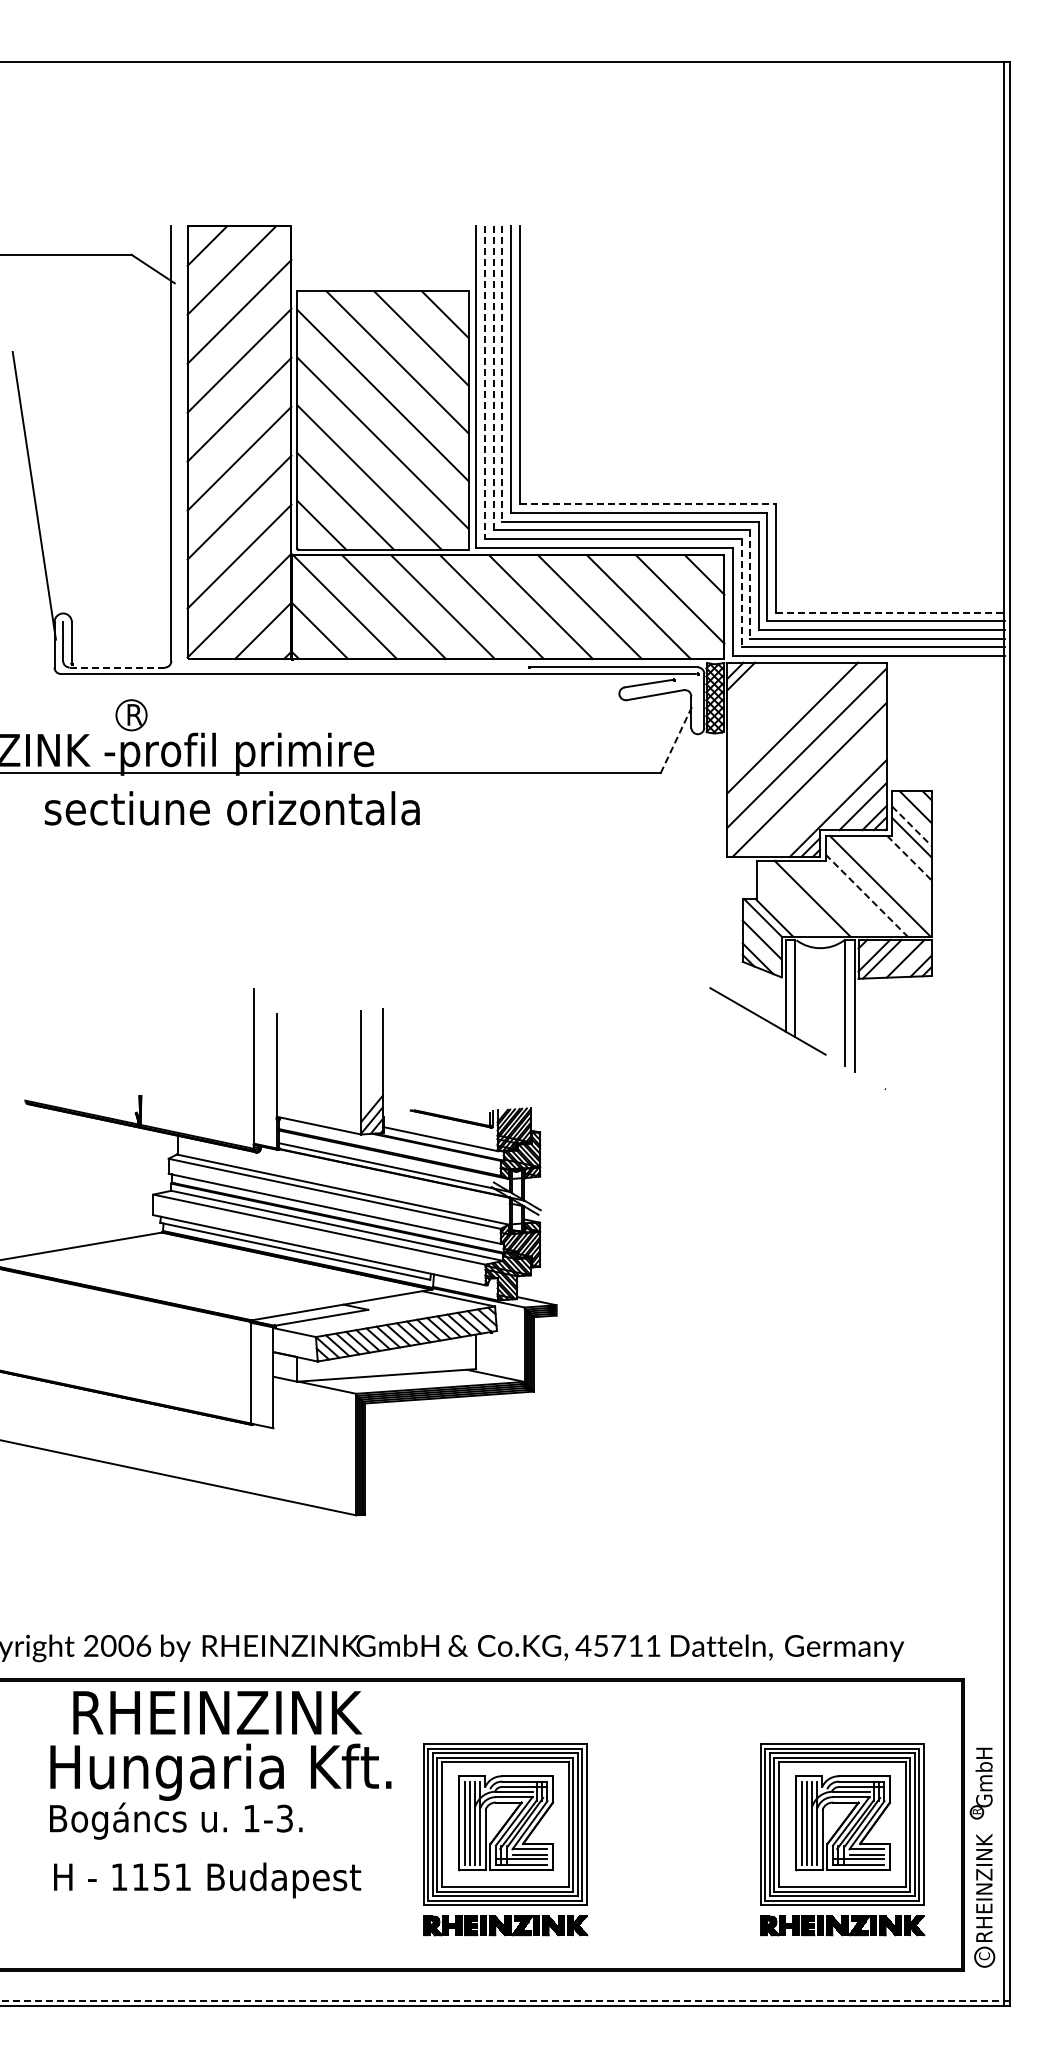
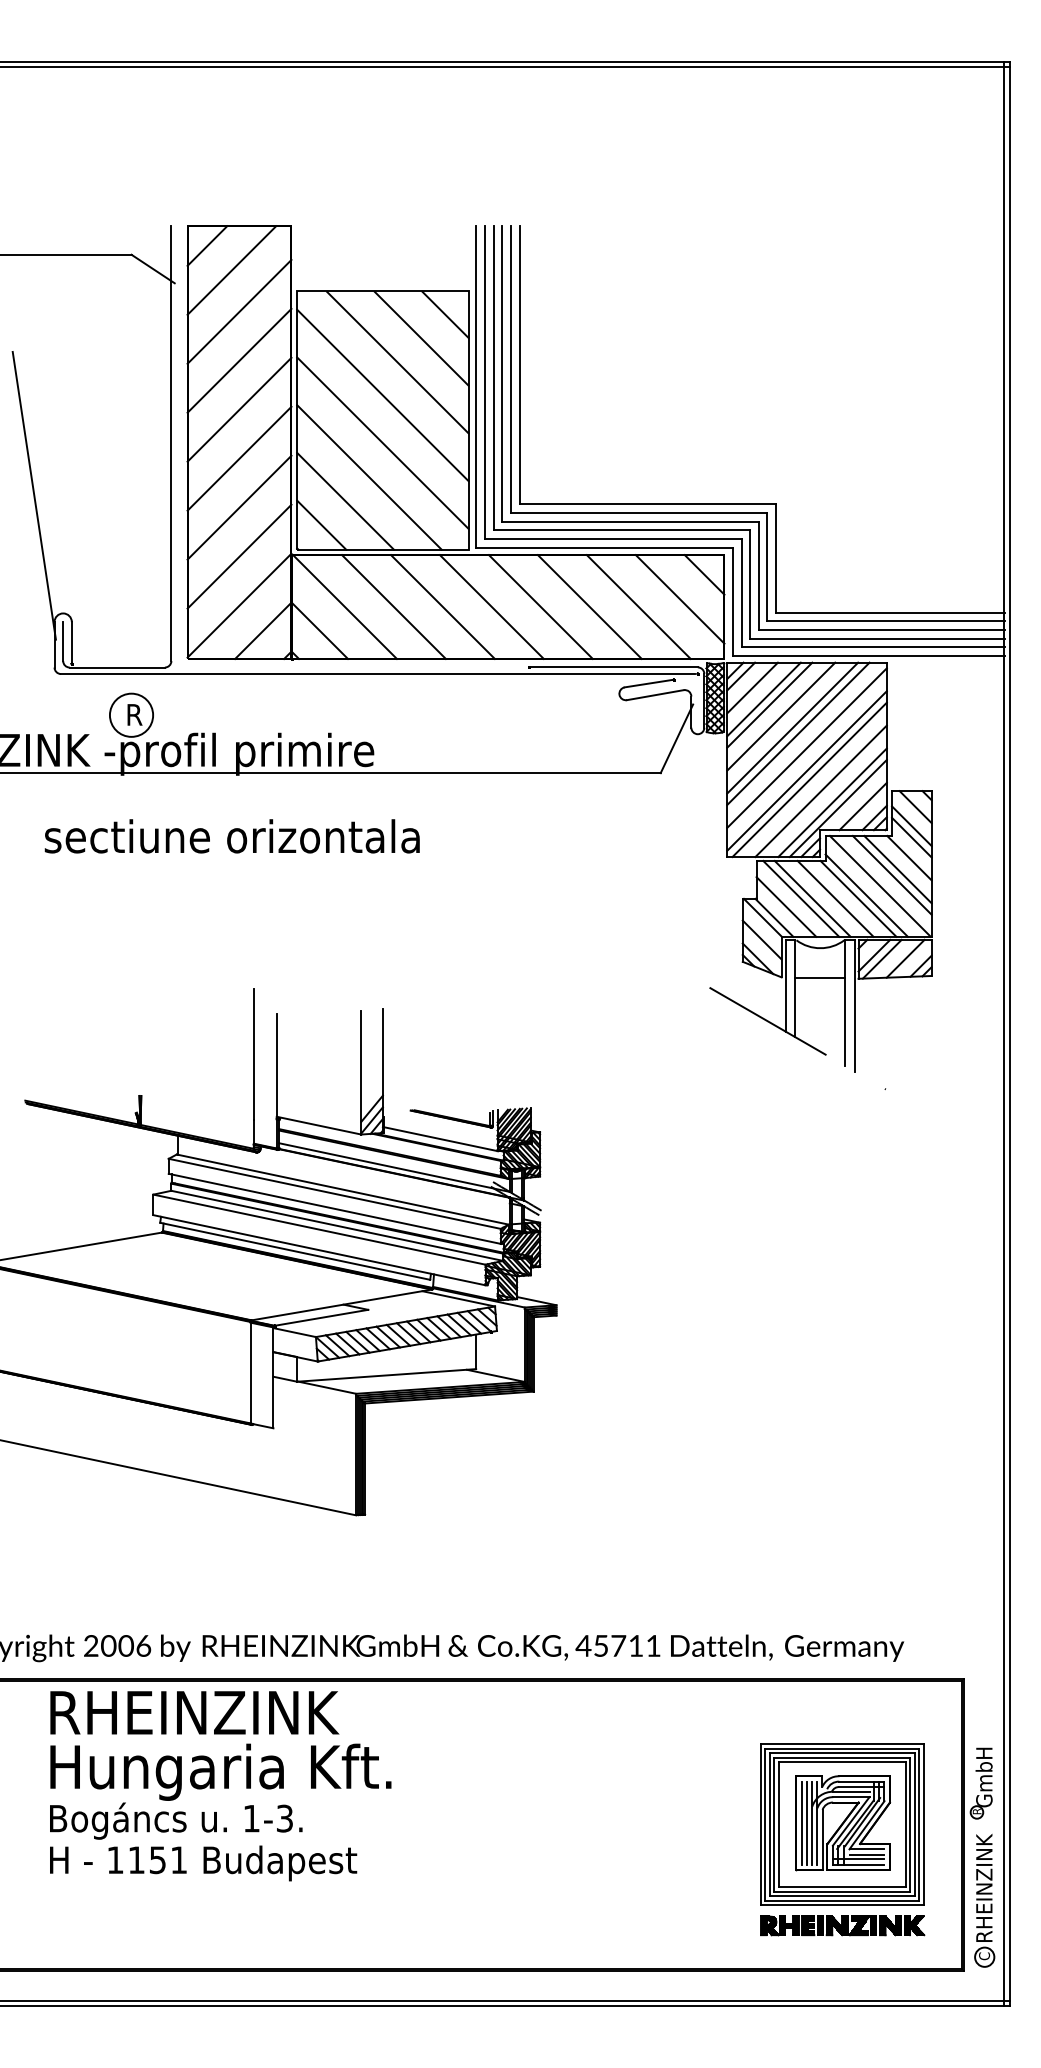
line at (505, 67): none -> present
line at (502, 373): dashed -> solid
line at (493, 378): dashed -> solid
line at (485, 382): dashed -> solid
line at (648, 504): dashed -> solid
line at (750, 585): dashed -> solid
line at (741, 593): dashed -> solid
line at (890, 612): dashed -> solid
line at (117, 667): dashed -> solid
line at (752, 687): none -> present
line at (763, 699): none -> present
line at (769, 704): none -> present
circle at (131, 715) diameter: 30 px -> 43 px
line at (781, 716): none -> present
line at (798, 733): none -> present
line at (676, 738): dashed -> solid
line at (806, 770): none -> present
line at (820, 791): none -> present
line at (832, 802): none -> present
text at (231, 808) position: (231, 808) -> (231, 836)
line at (912, 826): dashed -> solid
line at (909, 858): dashed -> solid
line at (897, 869): none -> present
line at (891, 874): none -> present
line at (867, 896): dashed -> solid
line at (801, 898): none -> present
line at (835, 898): none -> present
line at (858, 898): none -> present
line at (786, 906): none -> present
line at (820, 978): none -> present
text at (217, 1712) position: (217, 1712) -> (194, 1712)
part at (505, 1839): present -> none
text at (207, 1880) position: (207, 1880) -> (203, 1863)
line at (504, 2000): dashed -> solid
